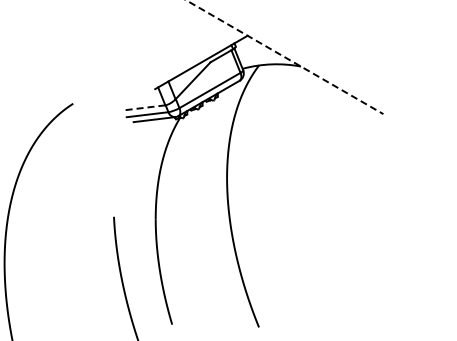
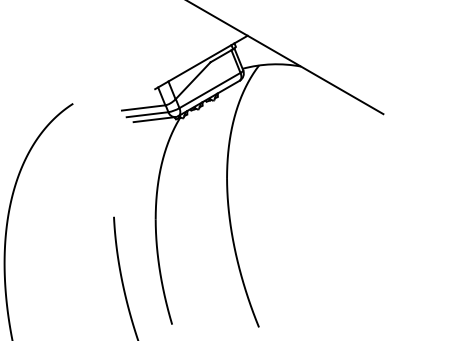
line at (285, 57): dashed -> solid
line at (143, 107): dashed -> solid
